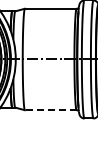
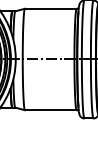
line at (50, 110): dashed -> solid
